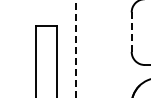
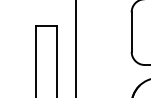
line at (131, 32): dashed -> solid
line at (76, 49): dashed -> solid
